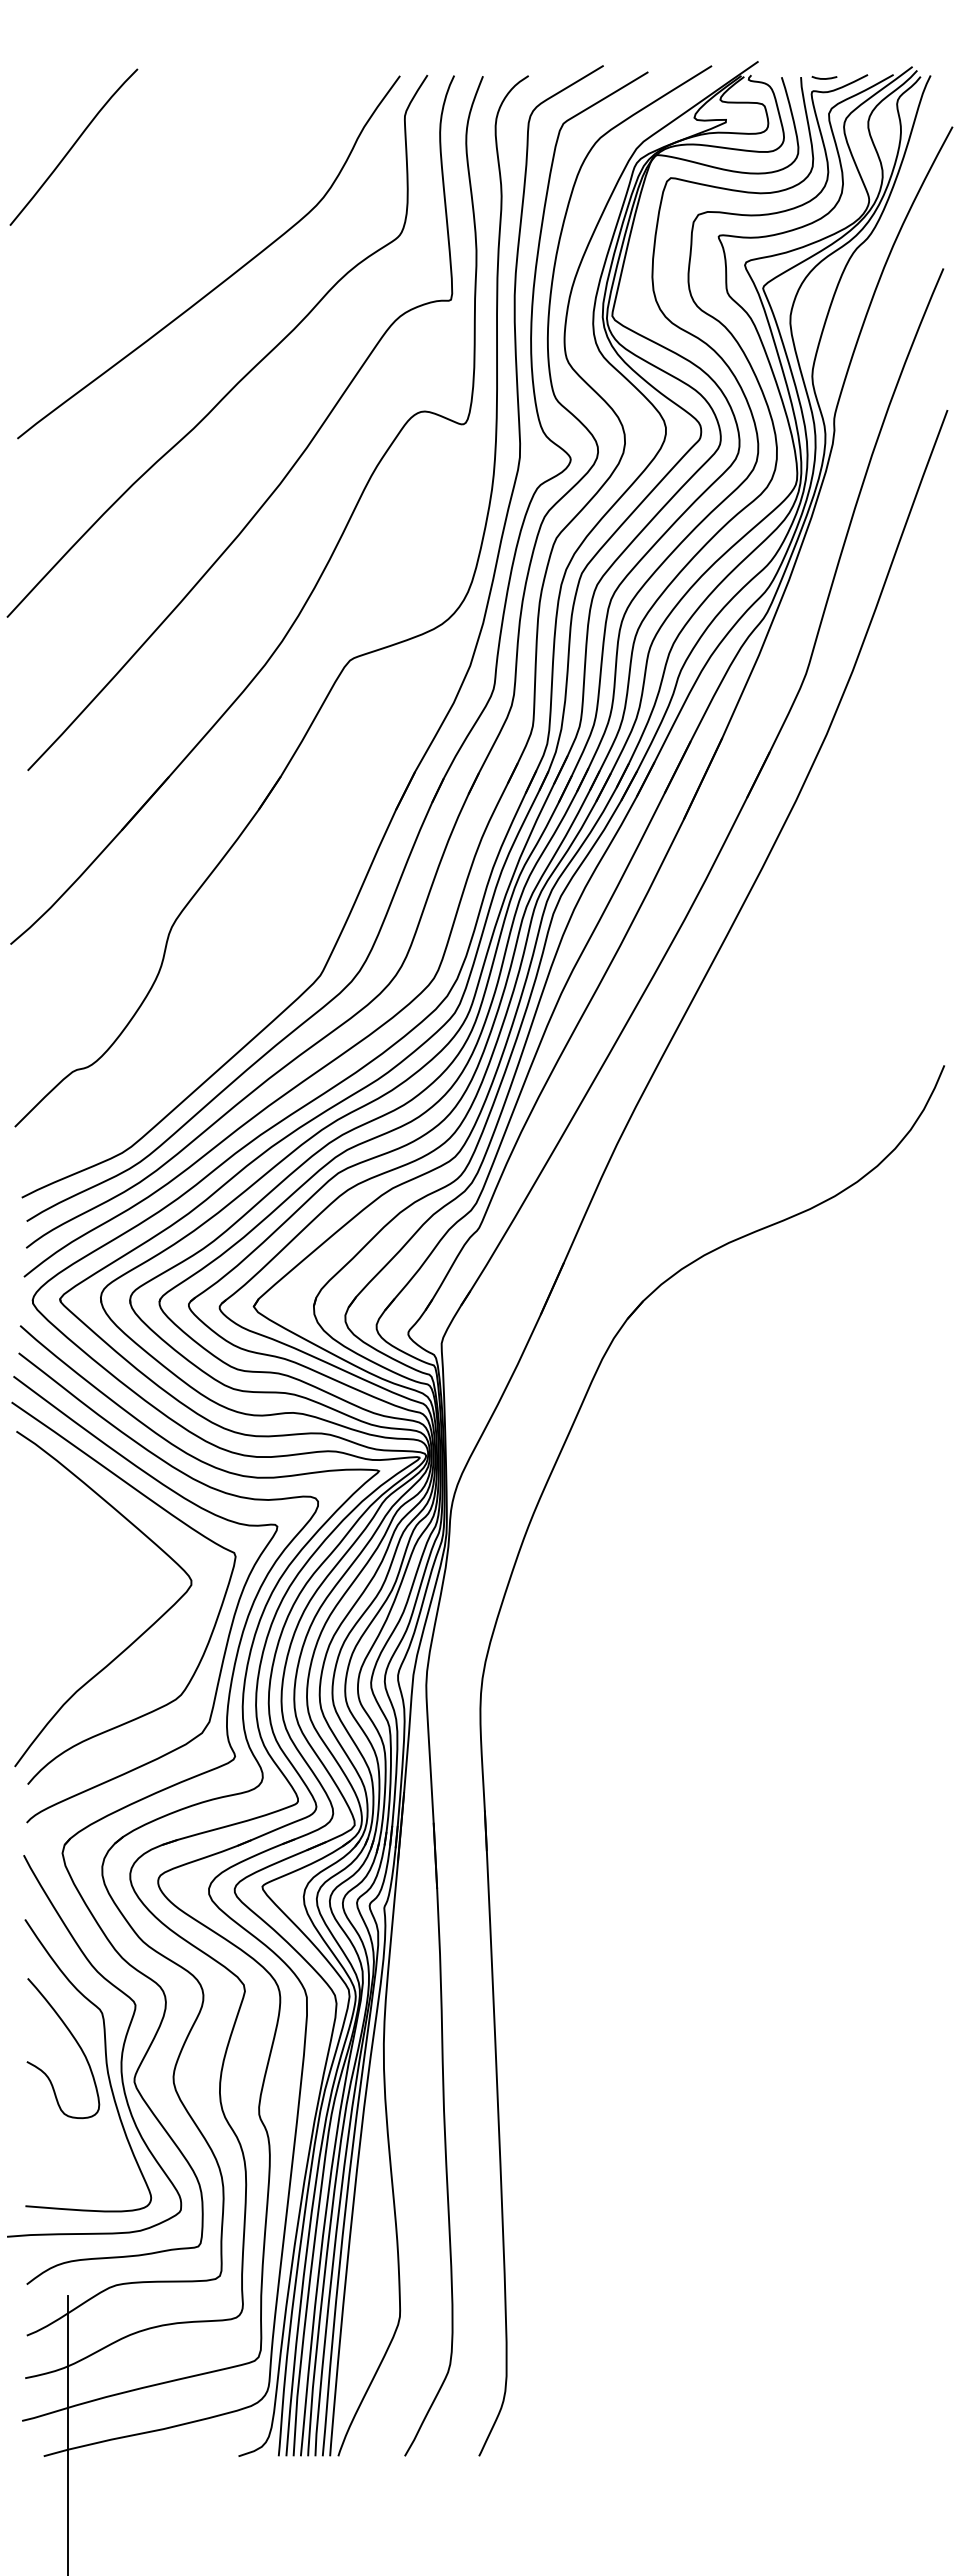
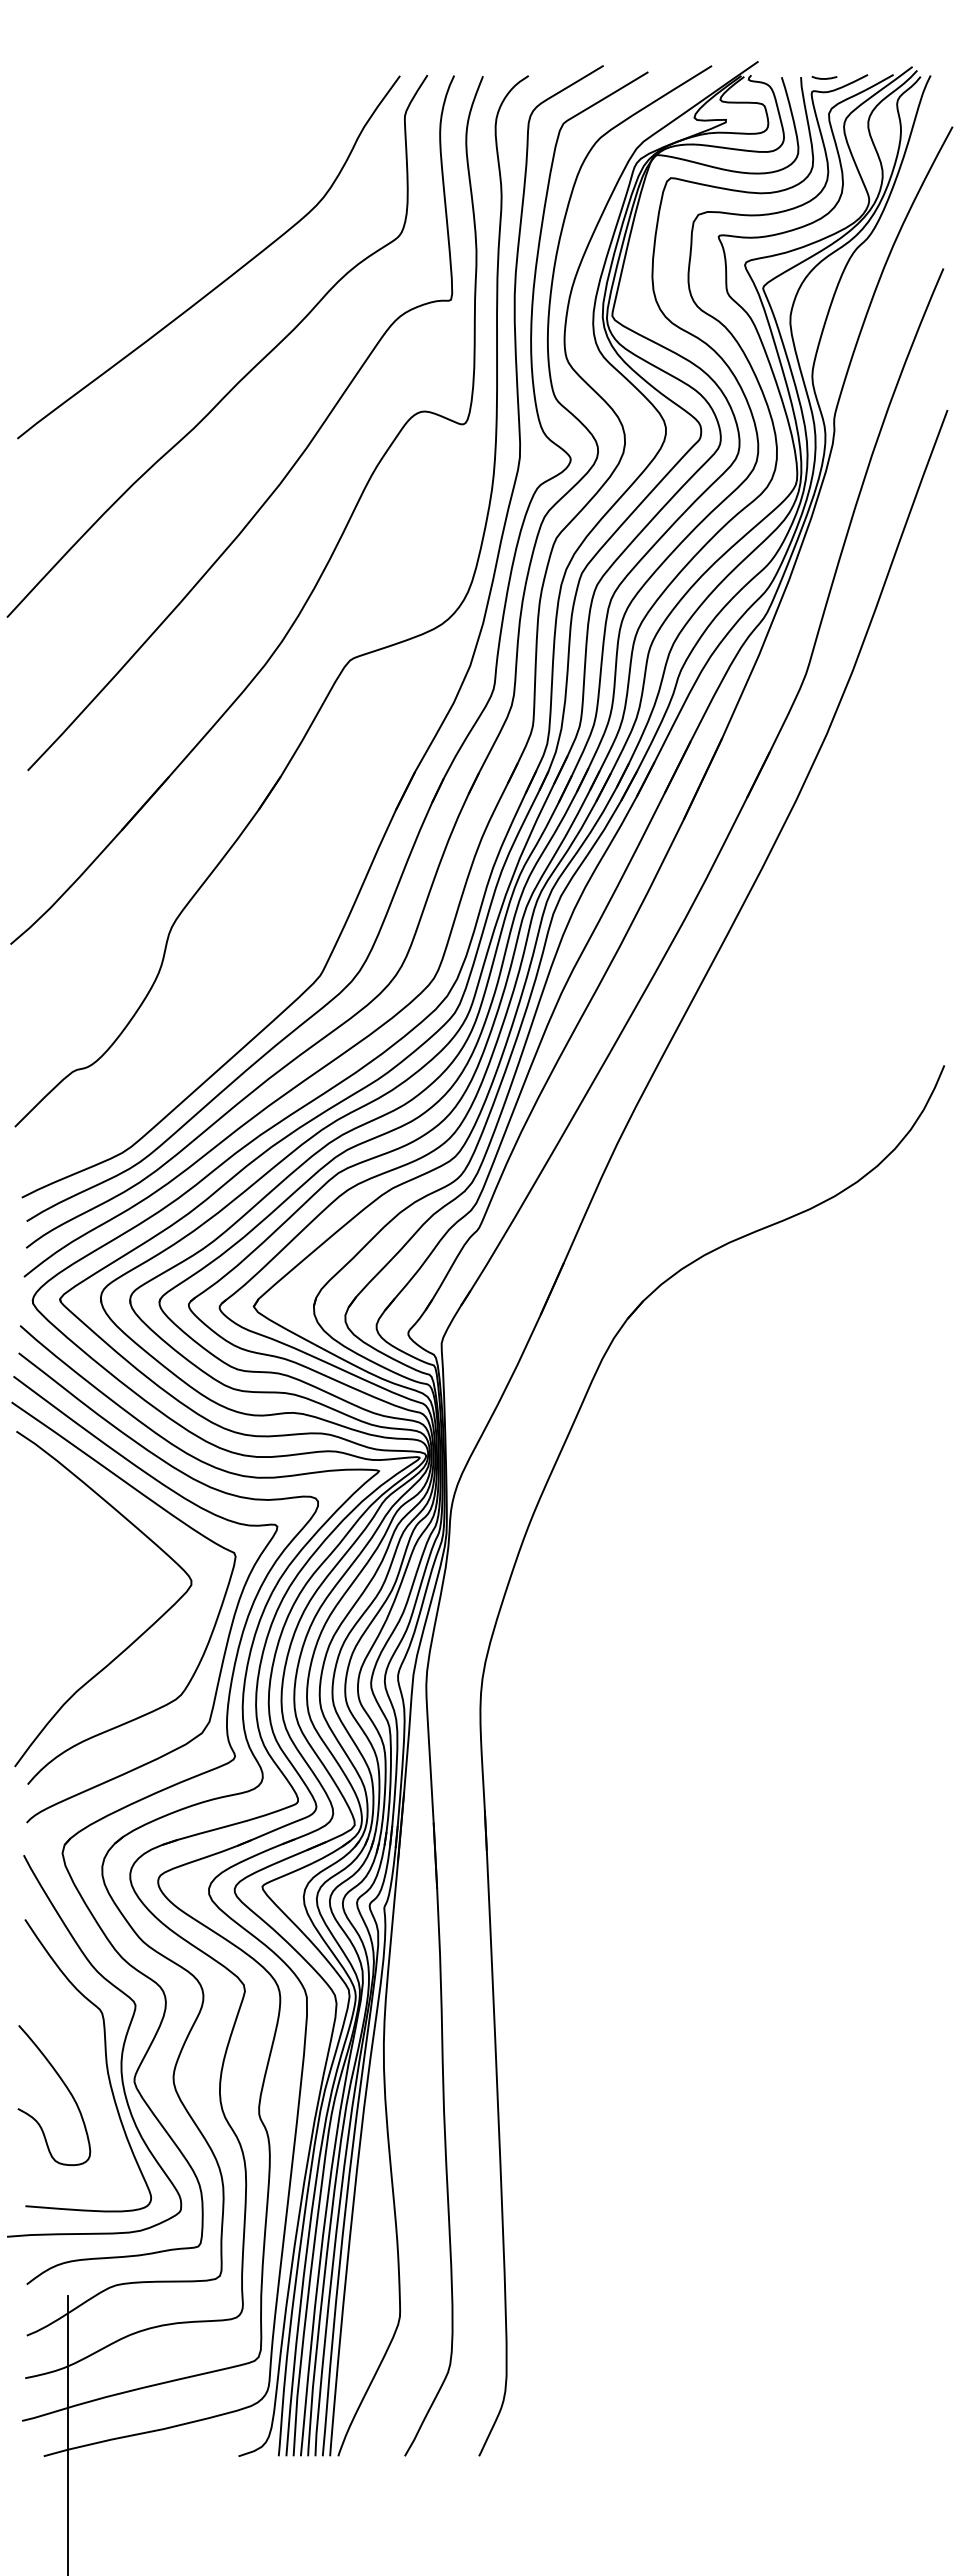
curve at (73, 146): present -> none
curve at (74, 2040) position: (74, 2040) -> (65, 2087)
